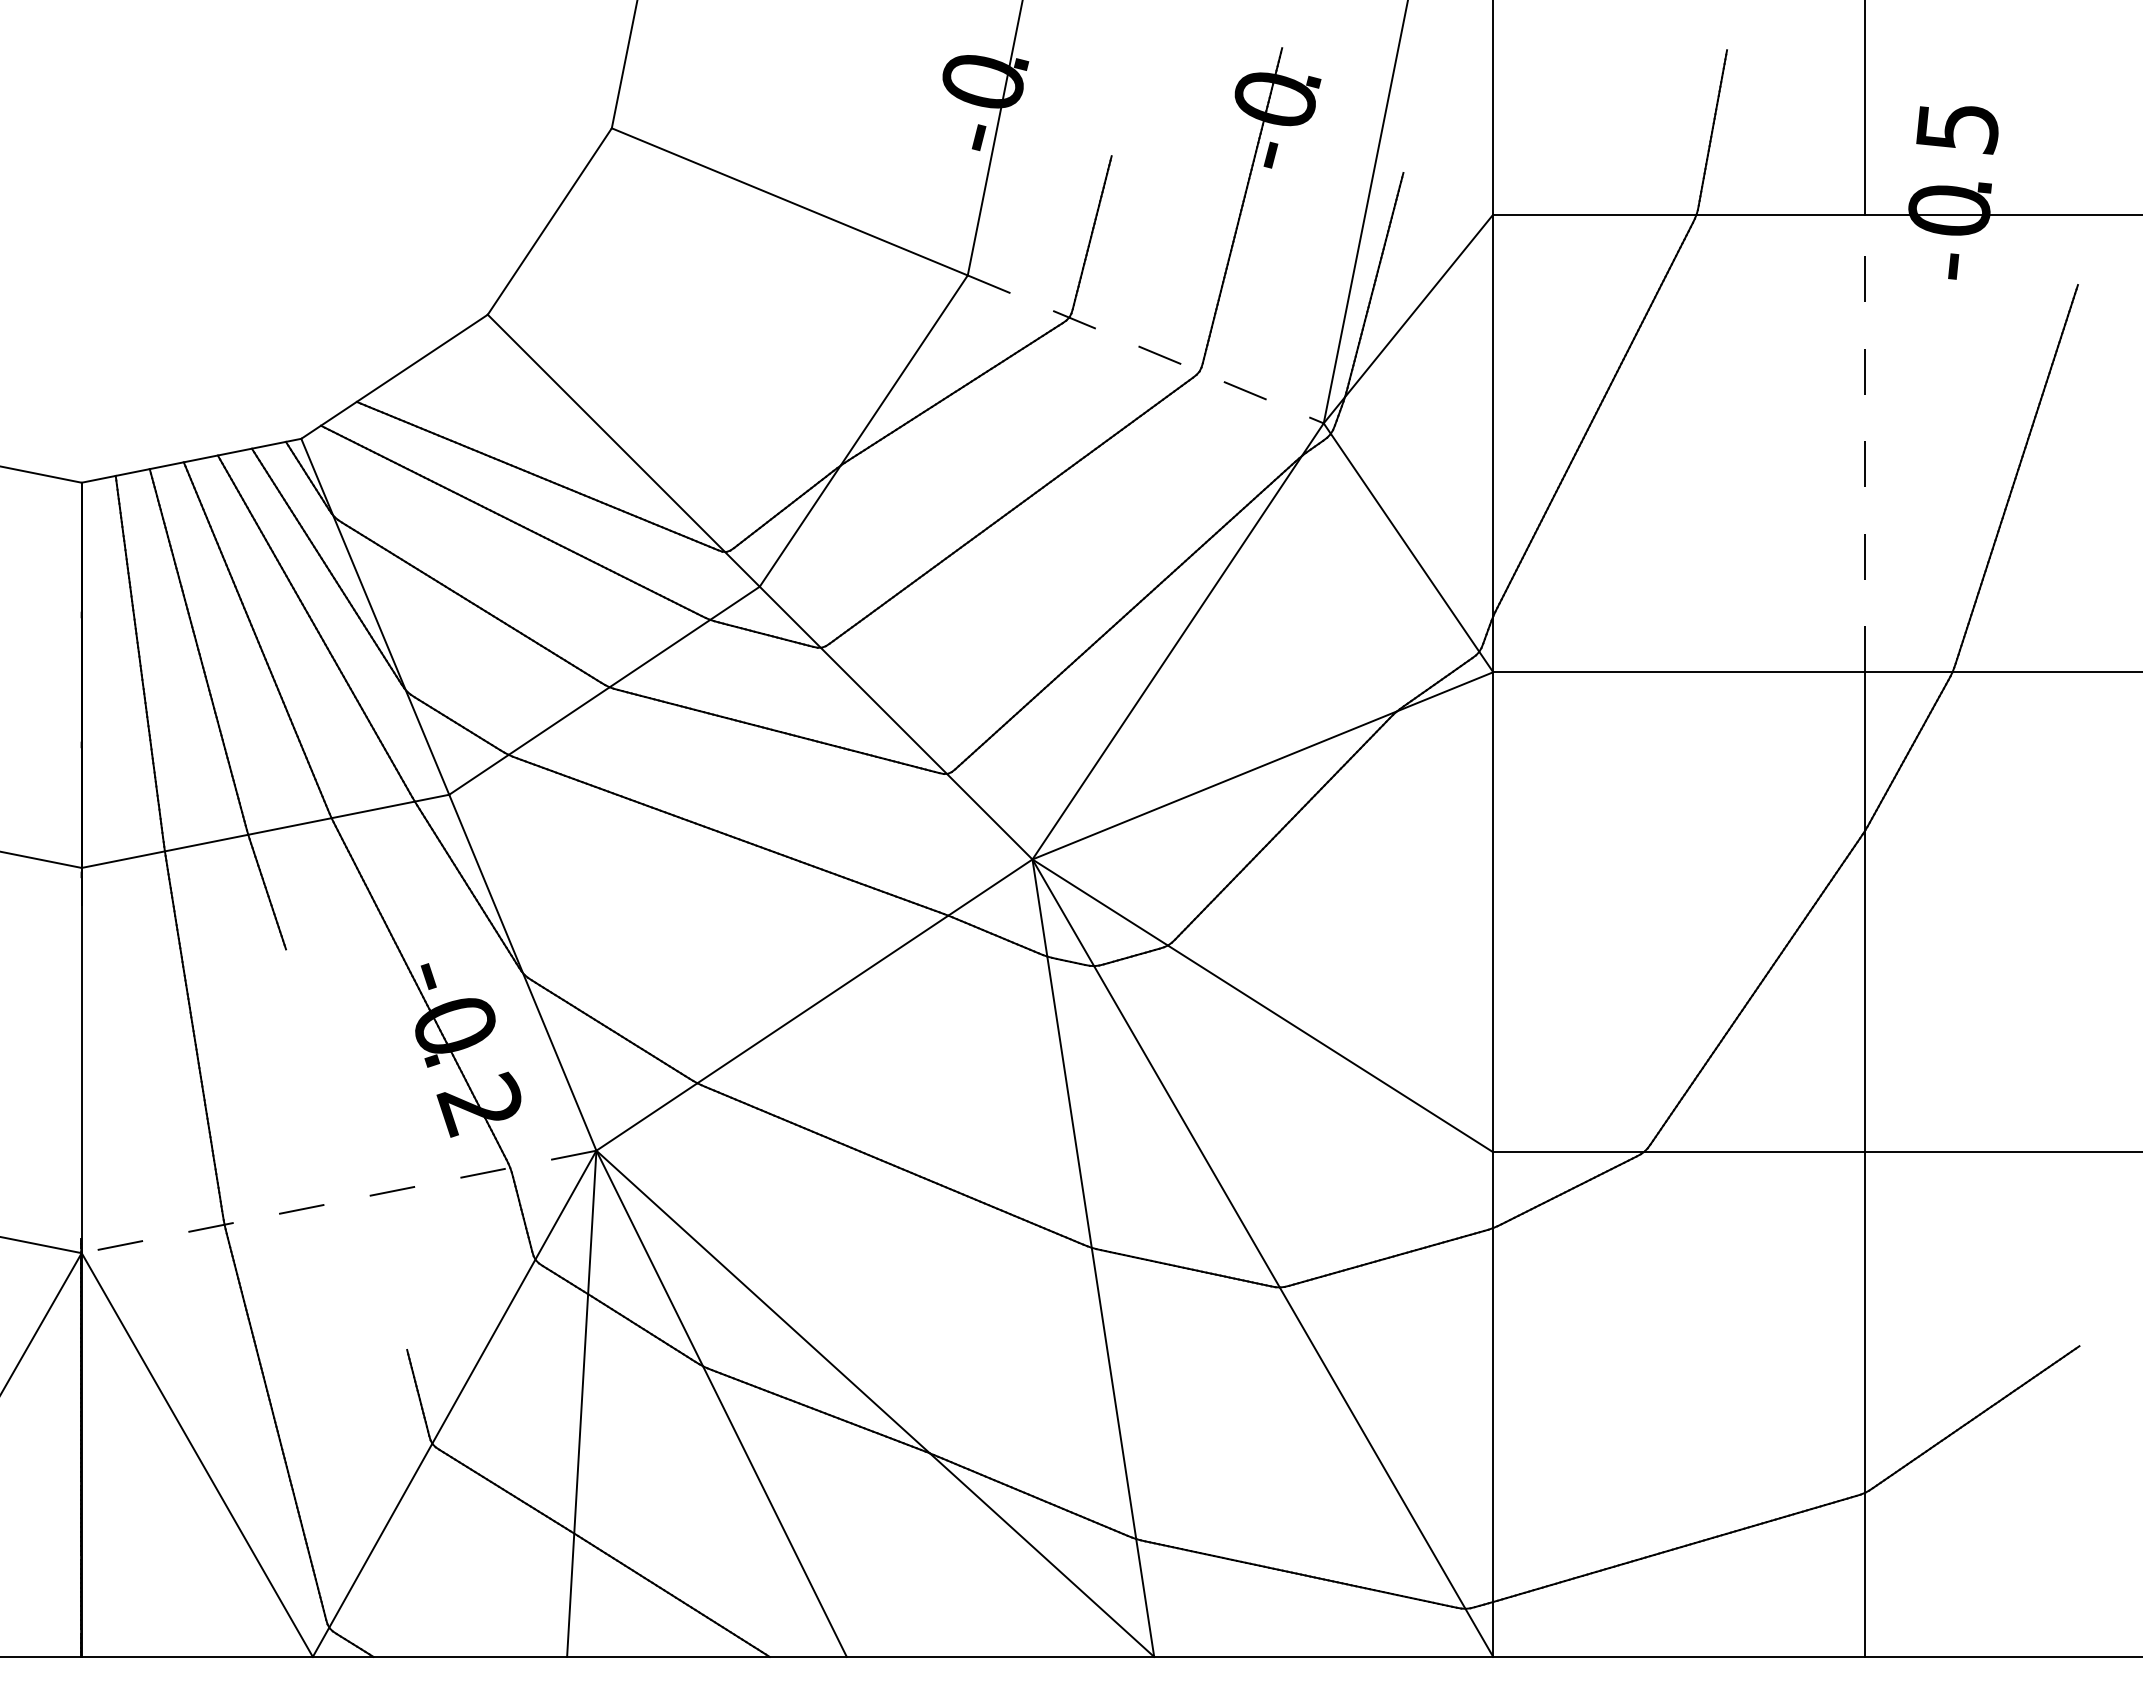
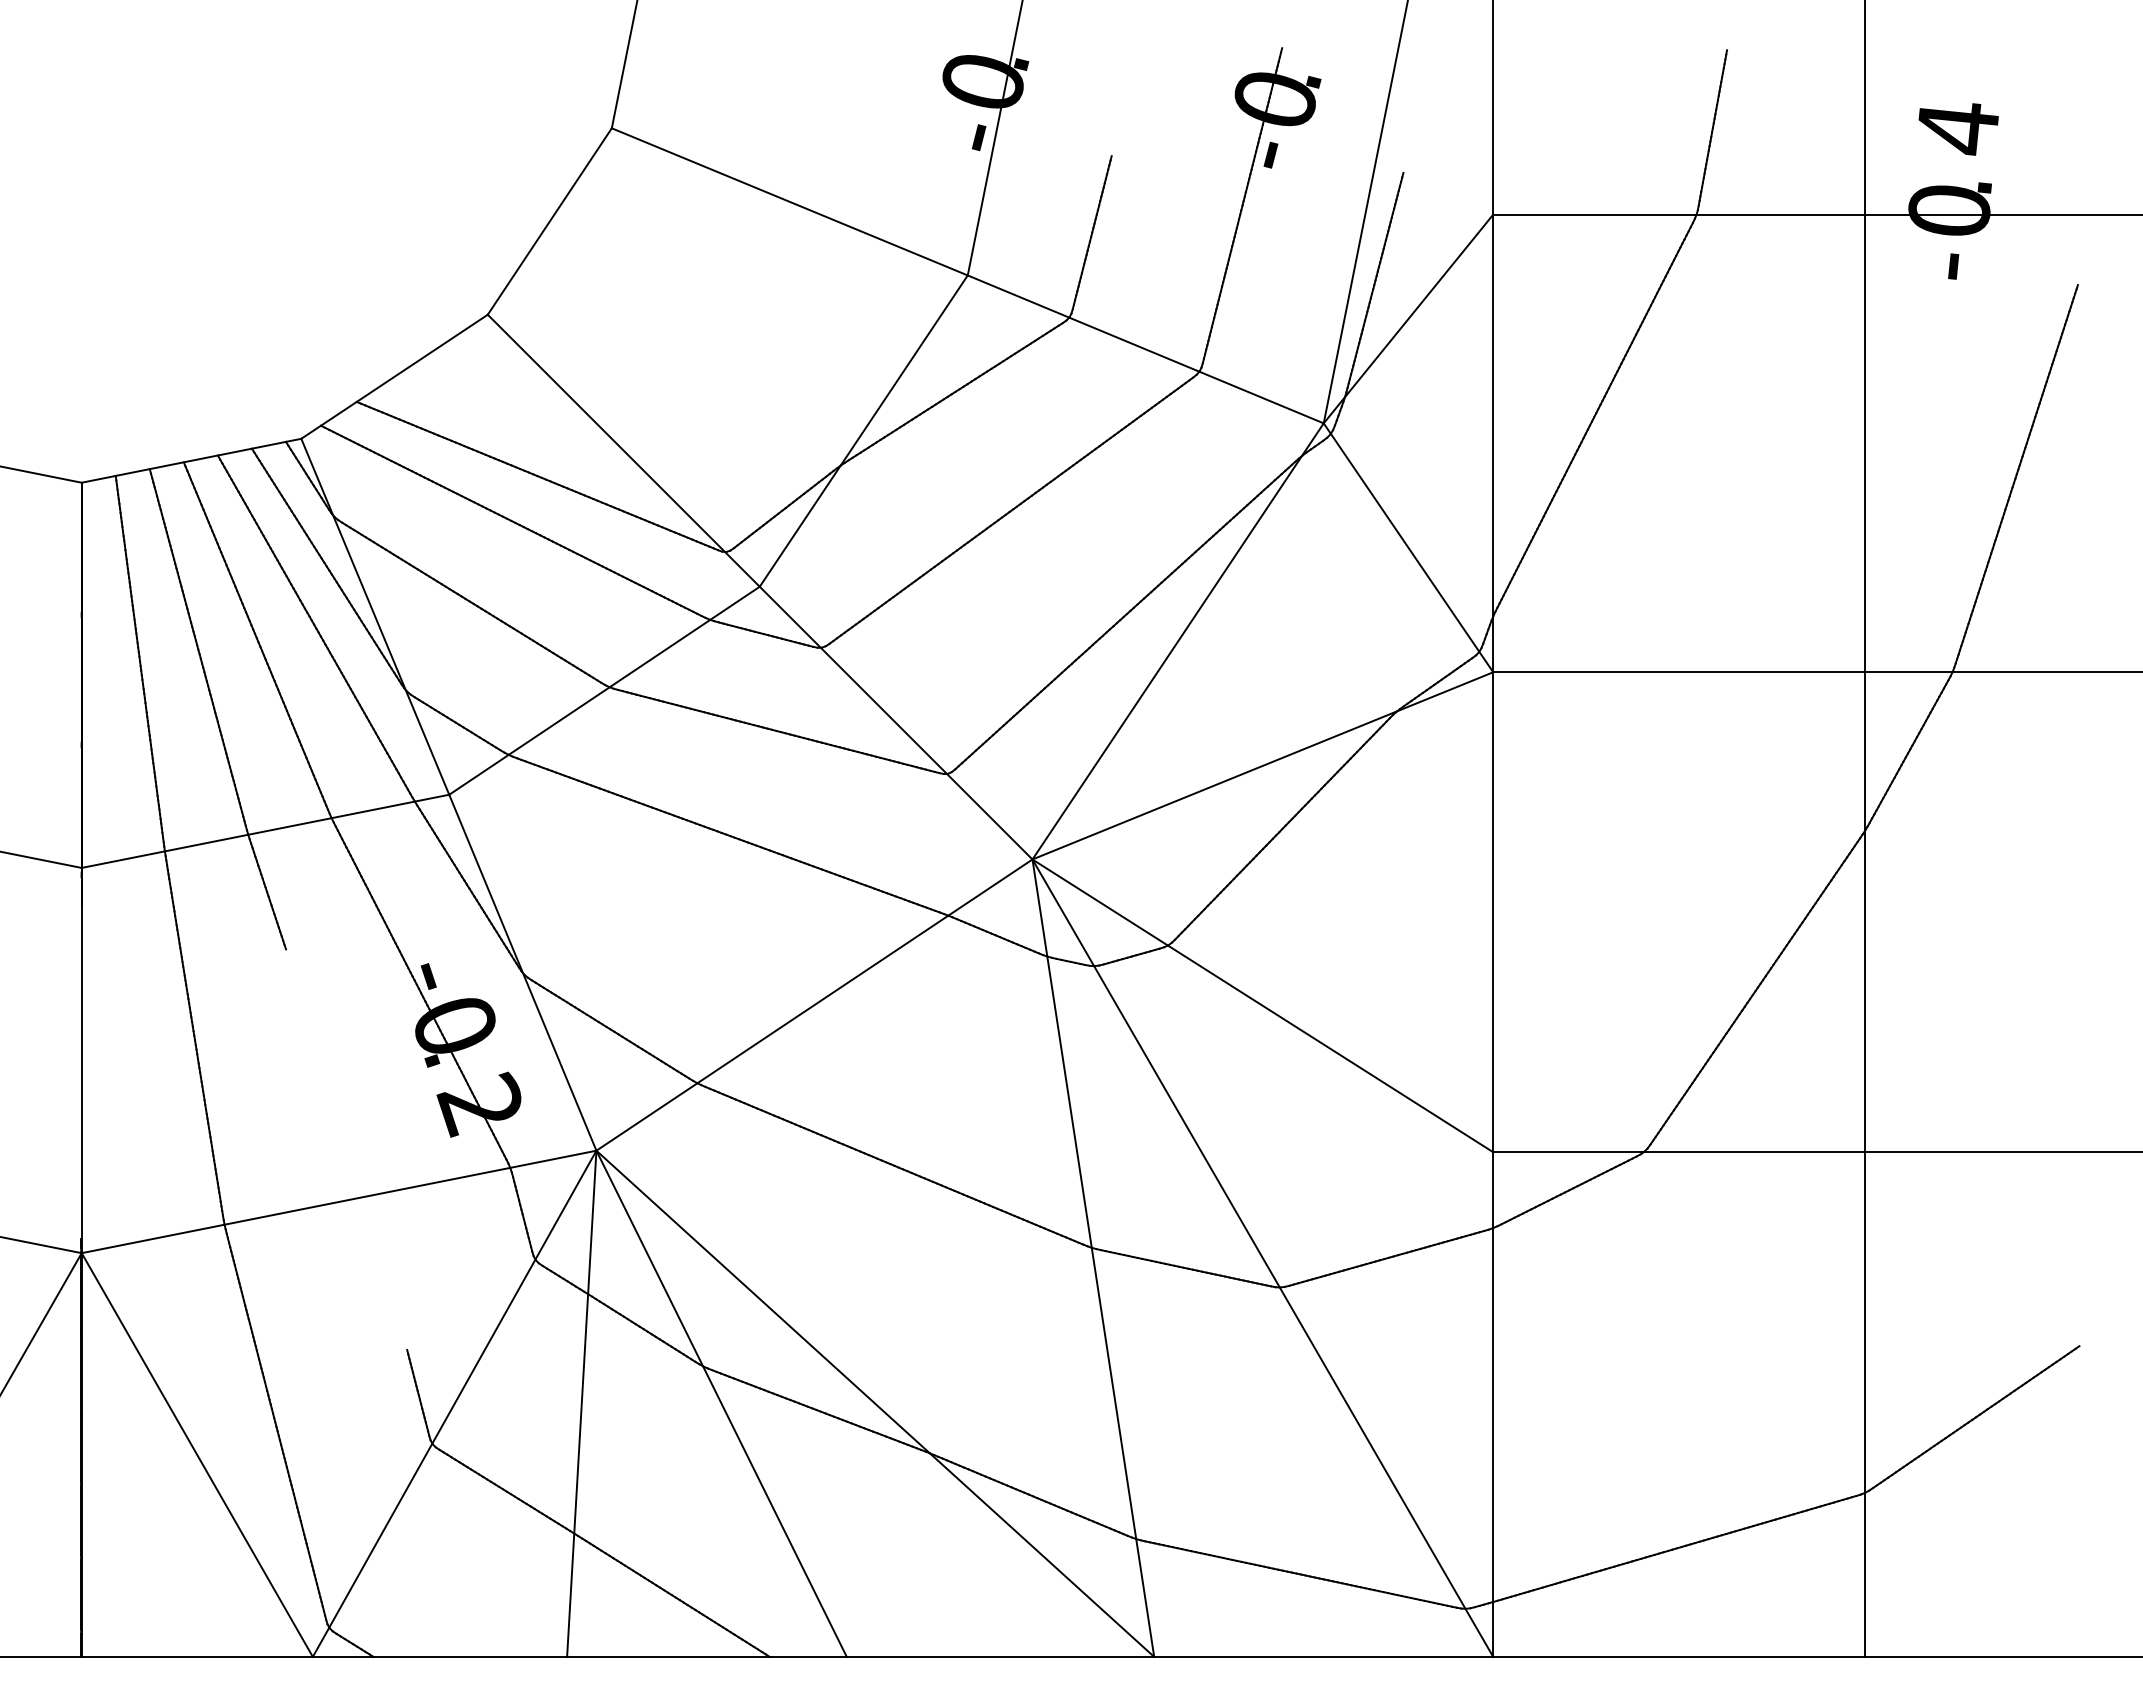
text at (1957, 129): 5 -> 4
line at (1145, 349): dashed -> solid
line at (1865, 443): dashed -> solid
line at (338, 1202): dashed -> solid
